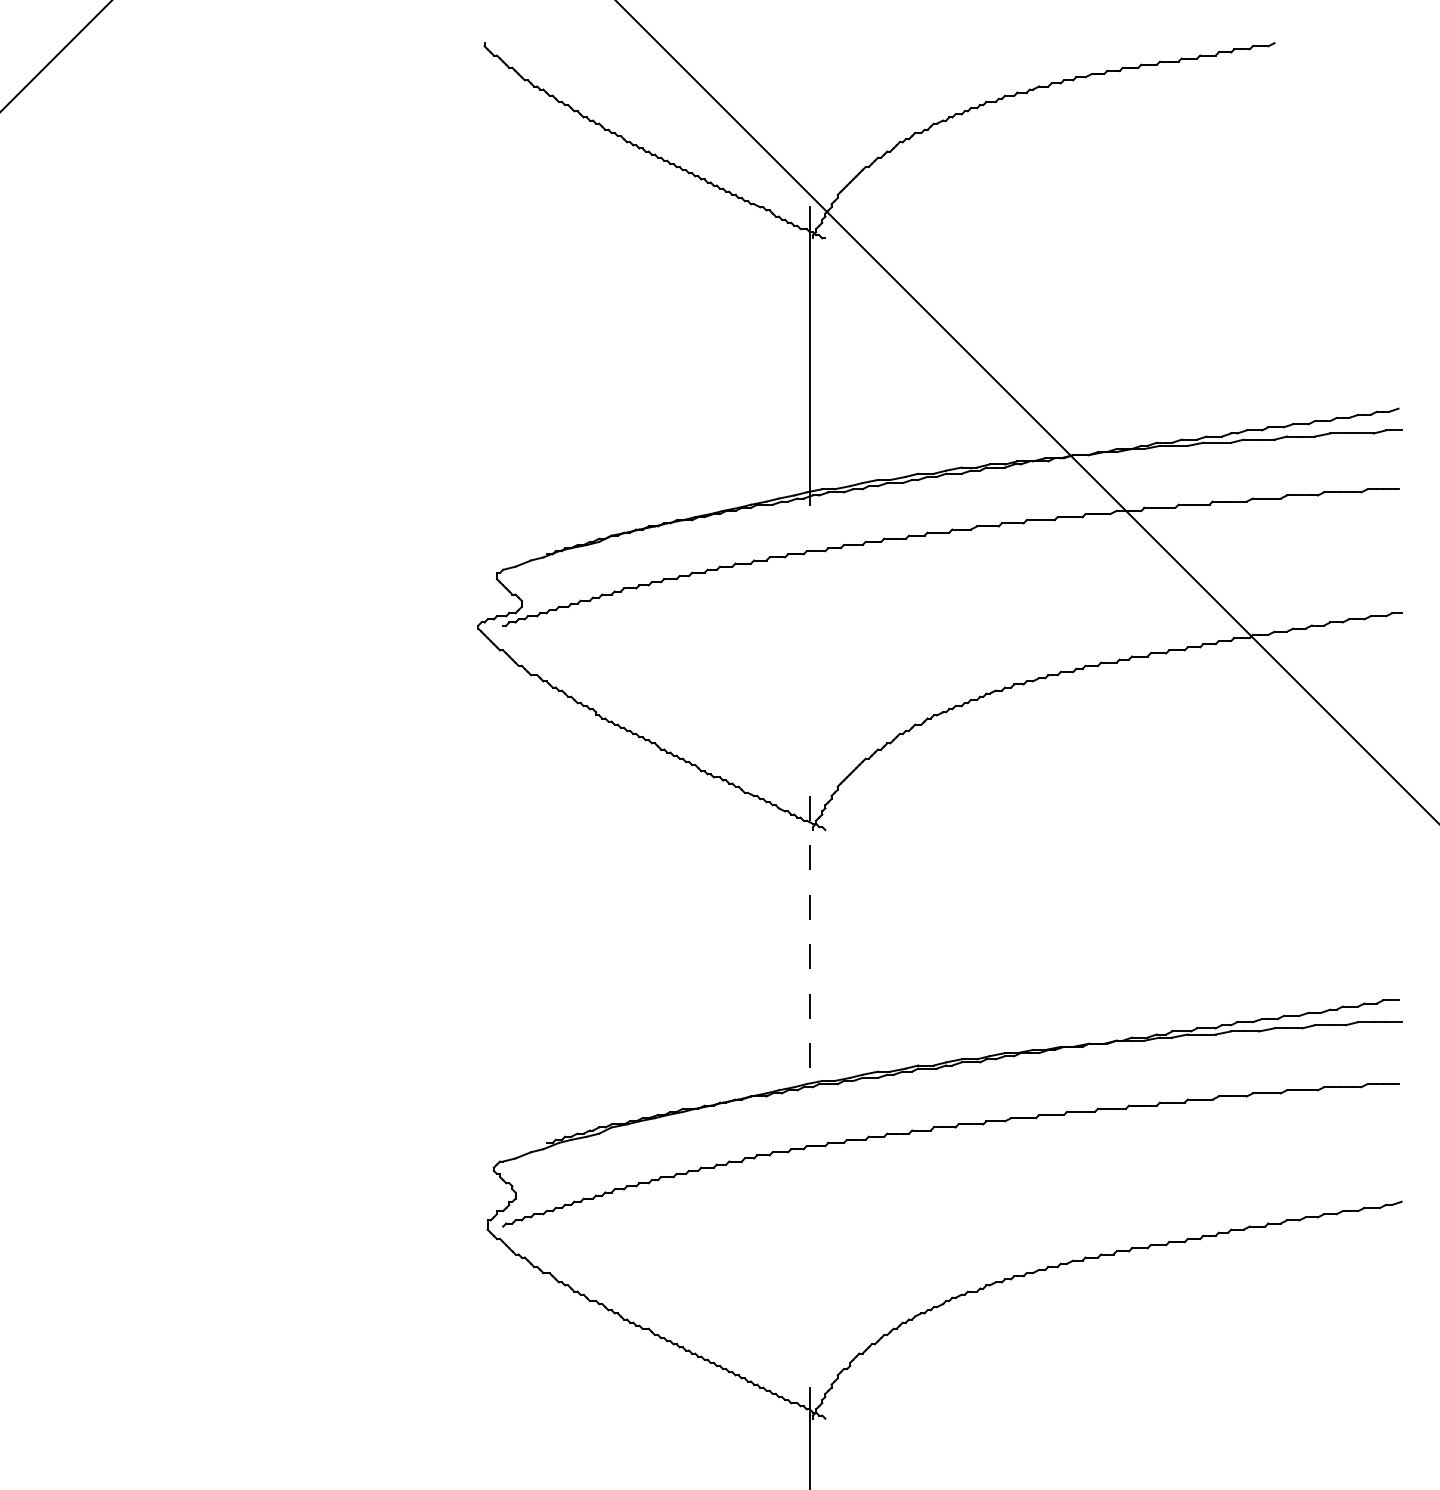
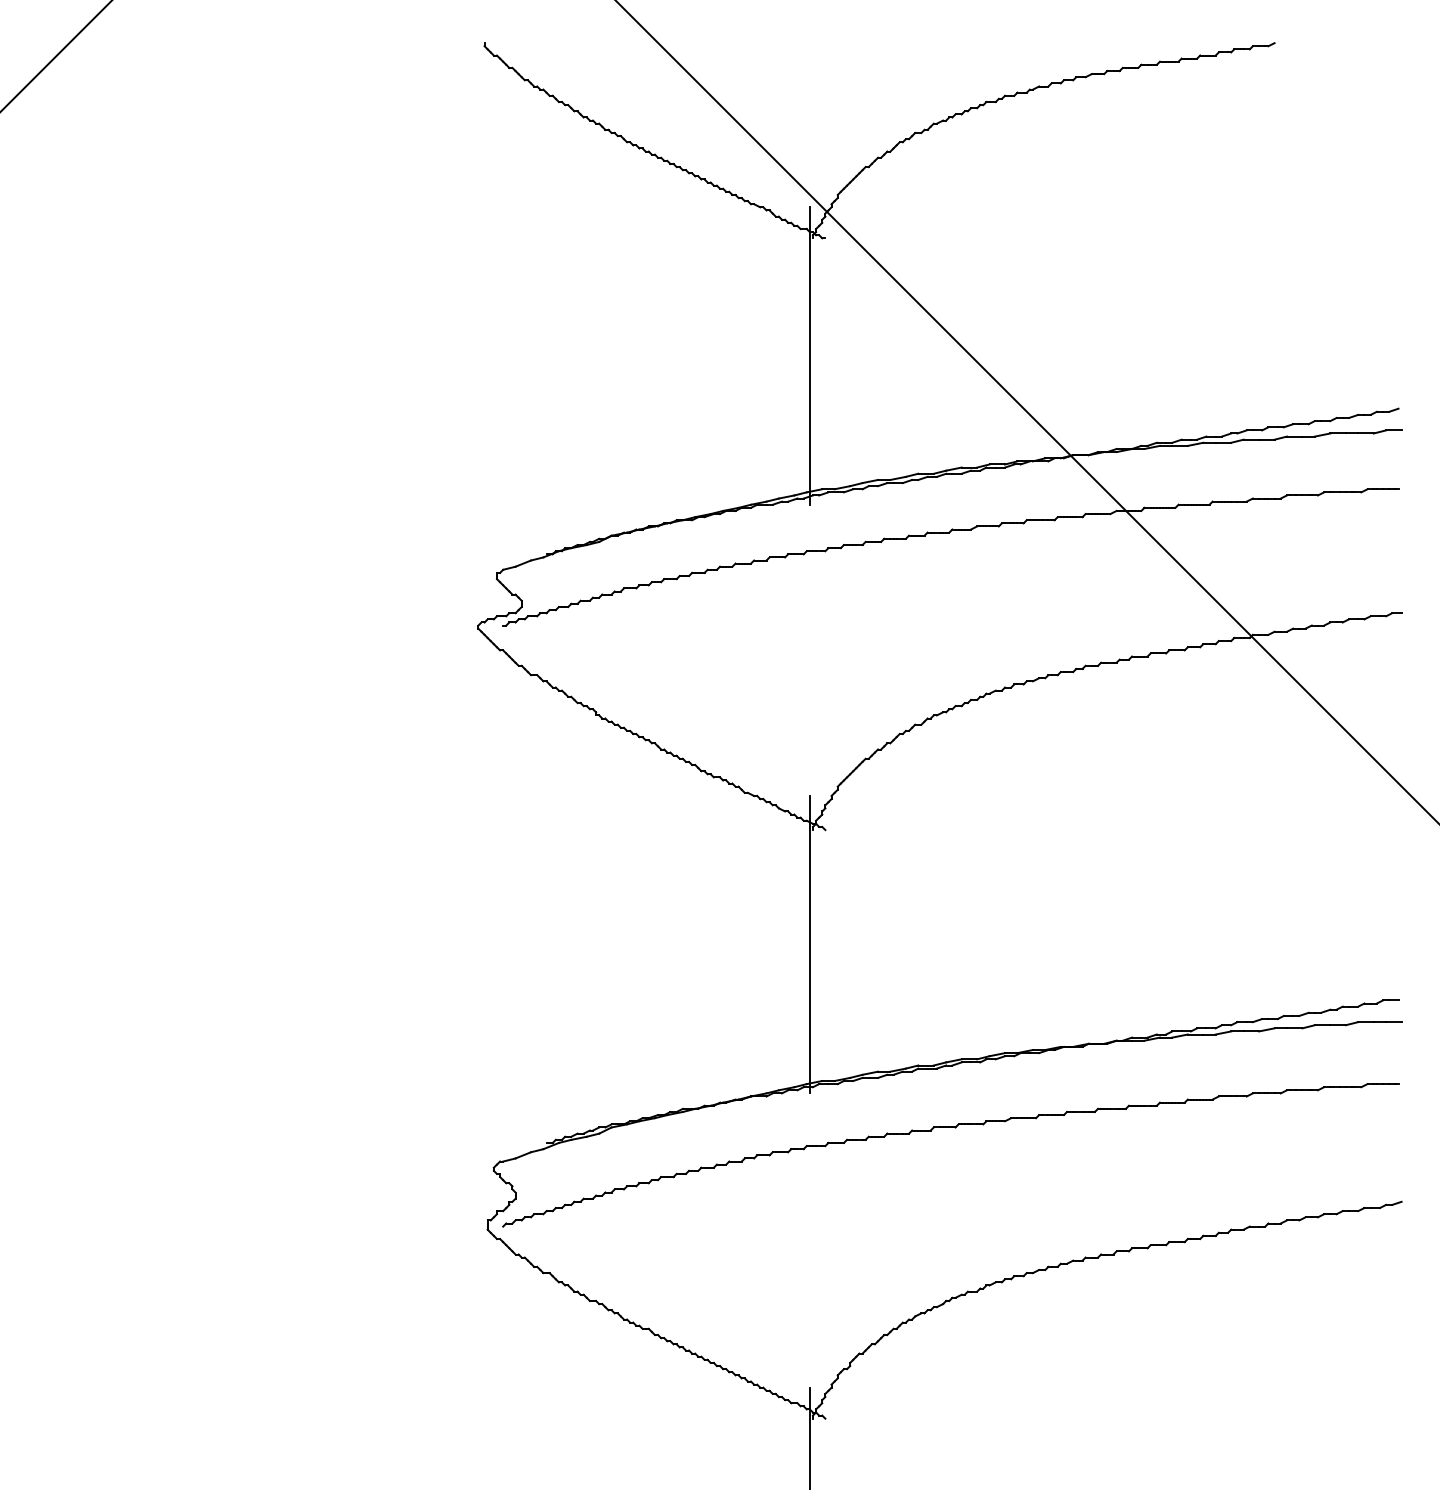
line at (809, 944): dashed -> solid
